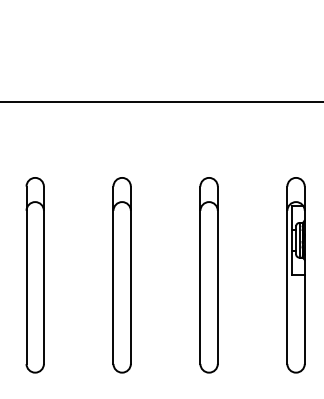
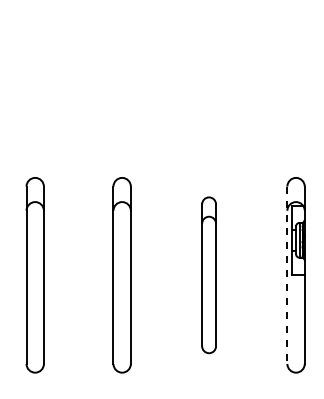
line at (161, 101): present -> none
part at (208, 275) size: 20x197 px -> 16x159 px
line at (287, 275): solid -> dashed
